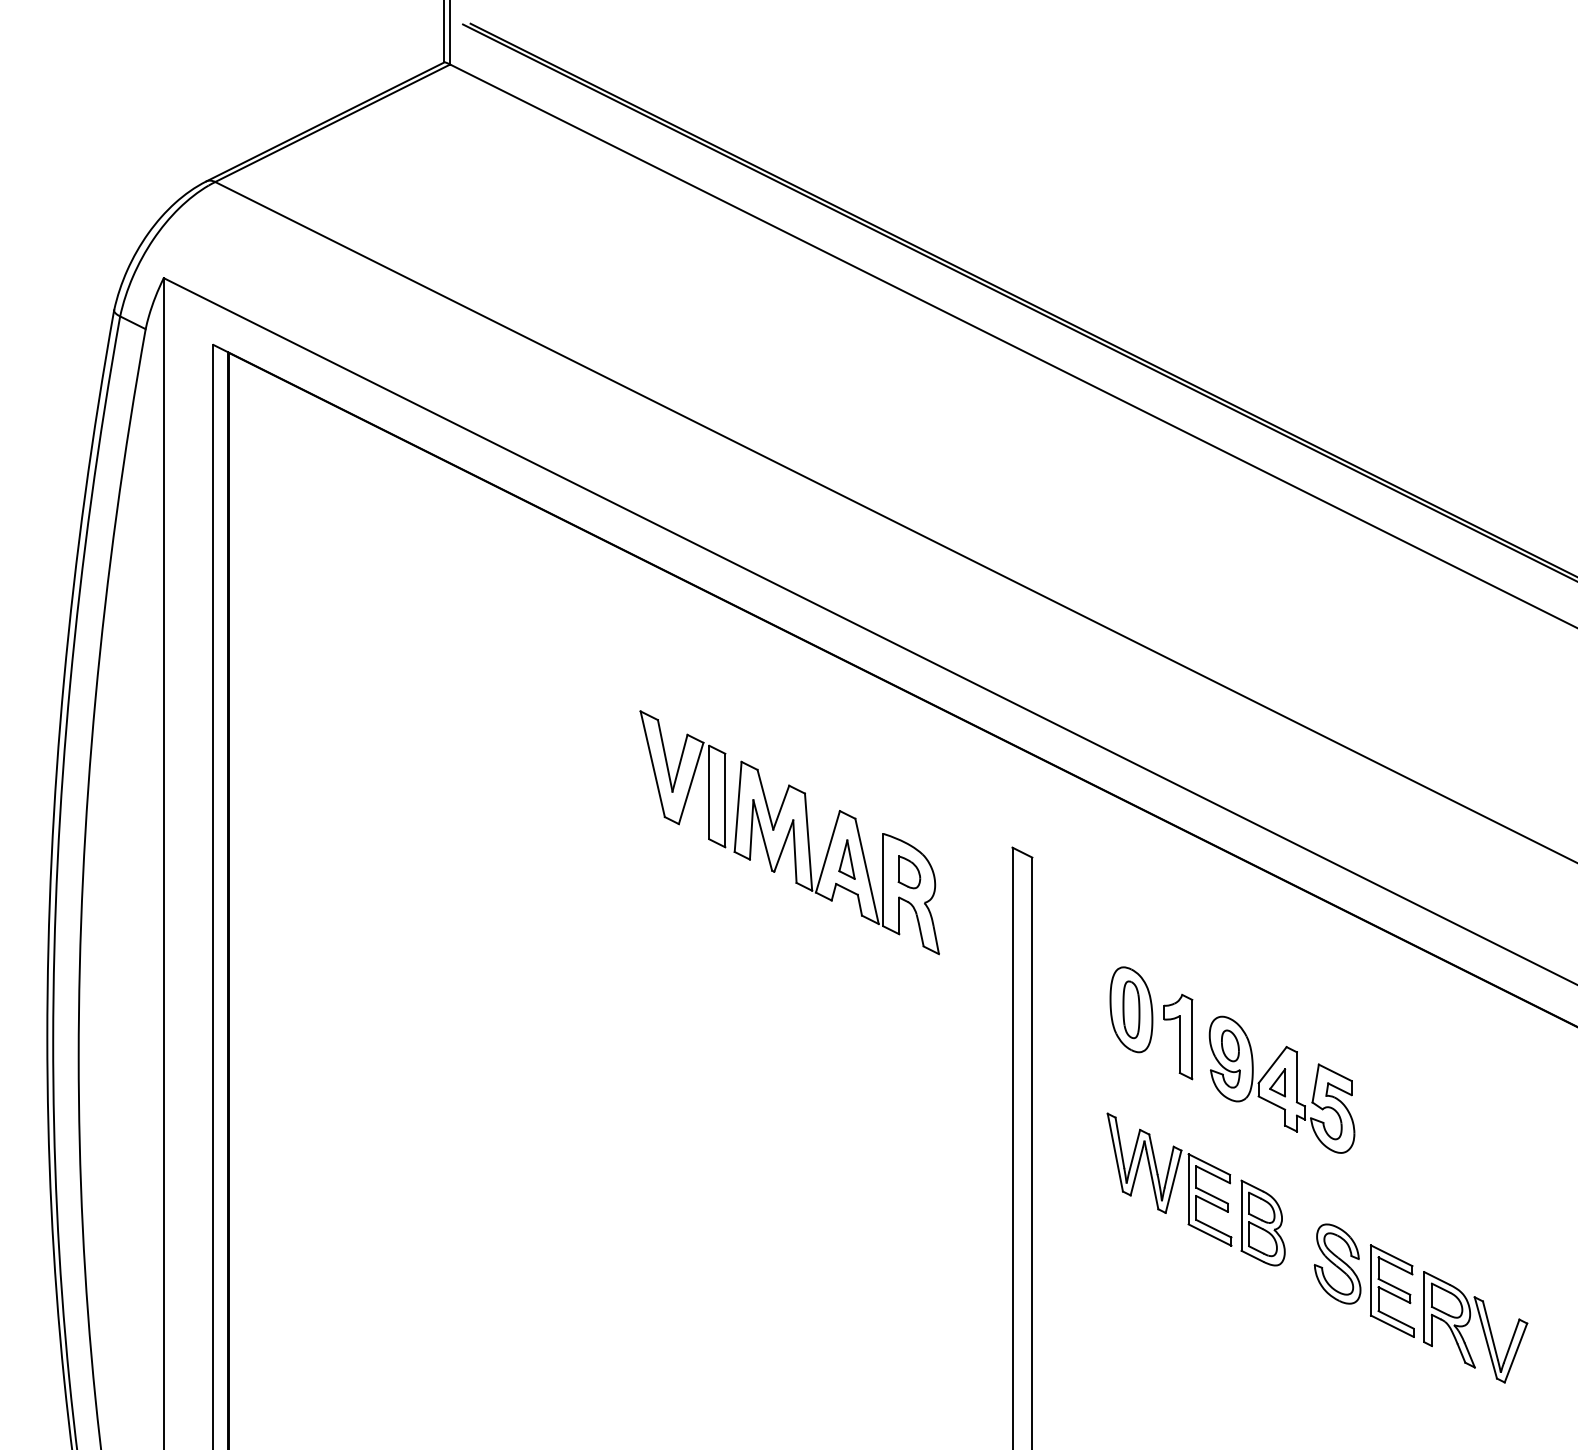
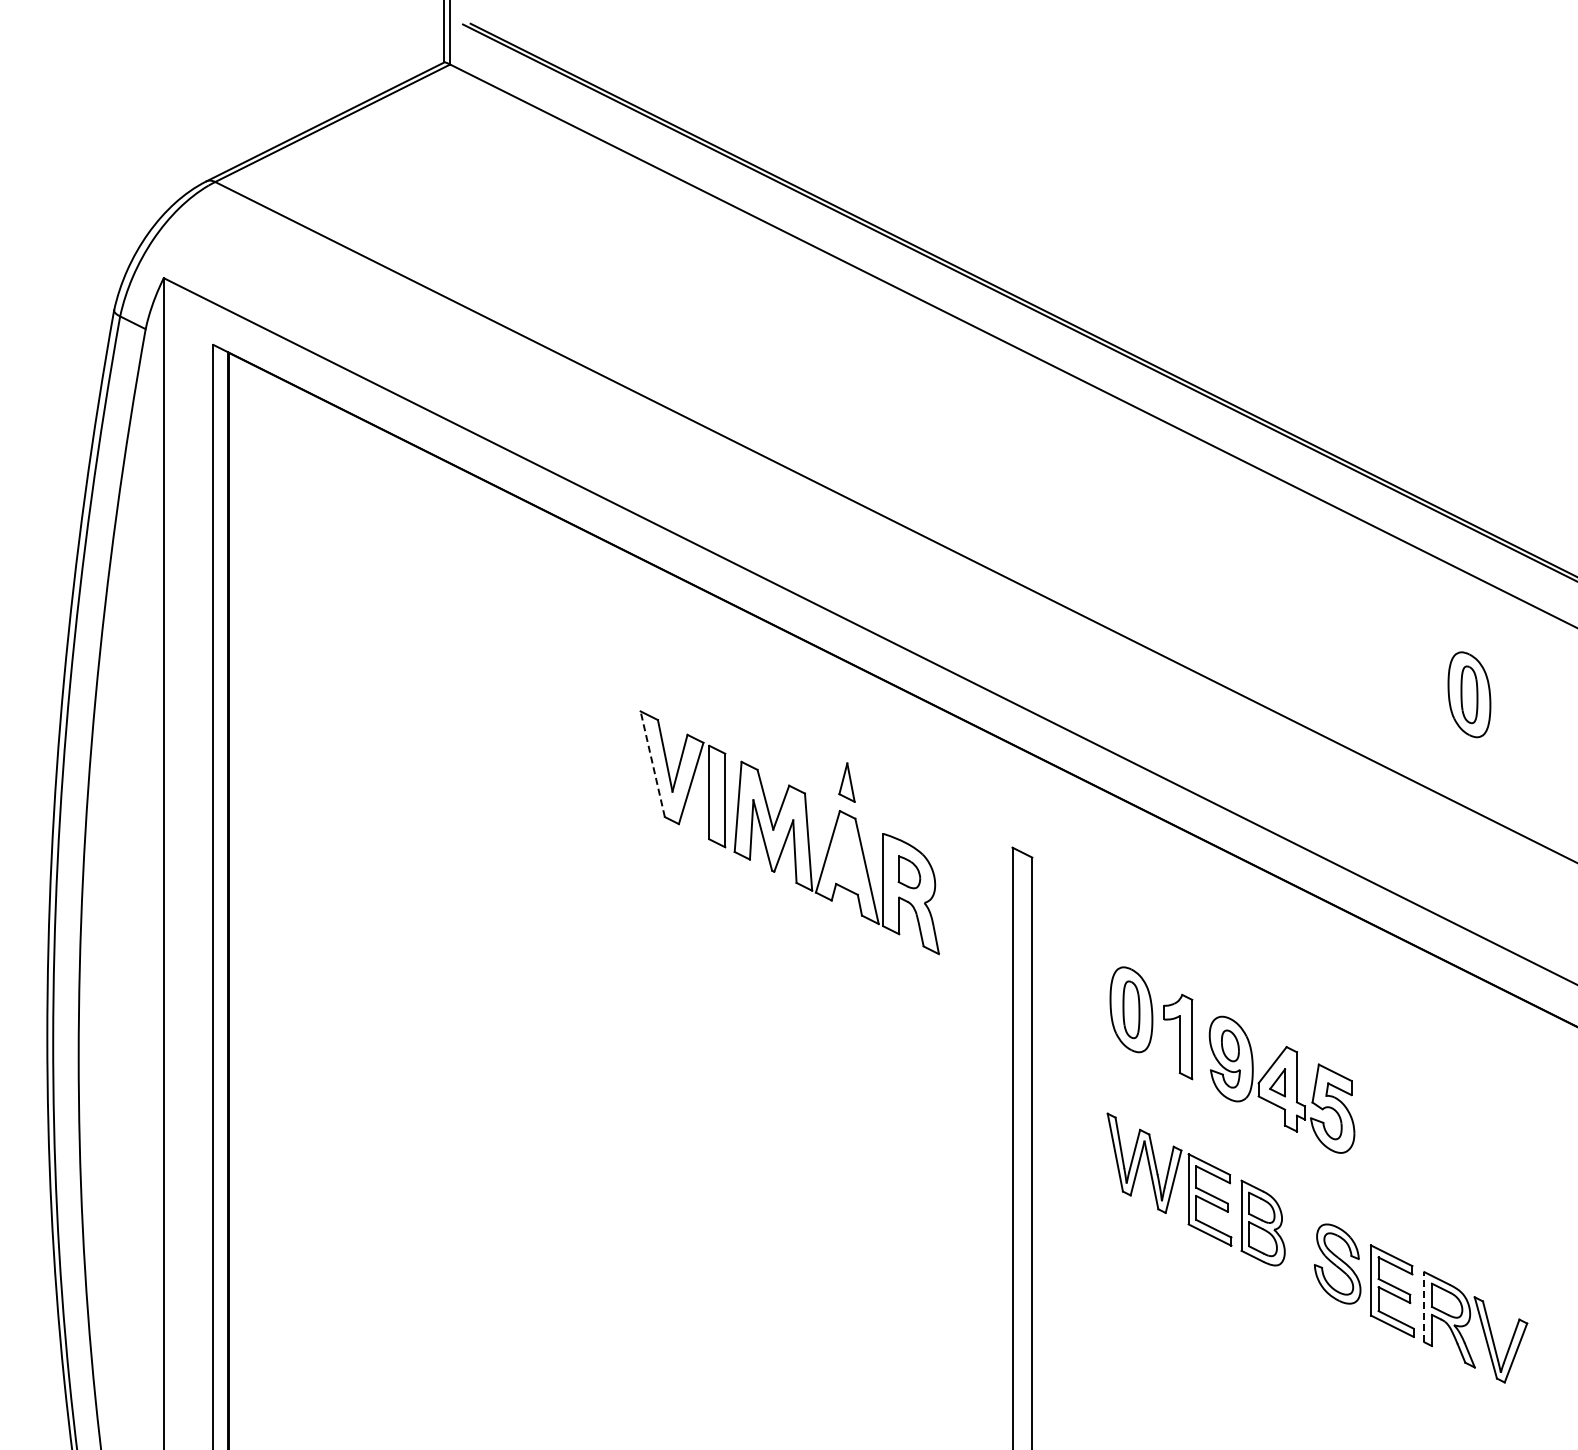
part at (1469, 694): none -> present
line at (652, 763): solid -> dashed
part at (846, 859) position: (846, 859) -> (846, 782)
line at (1424, 1306): solid -> dashed
